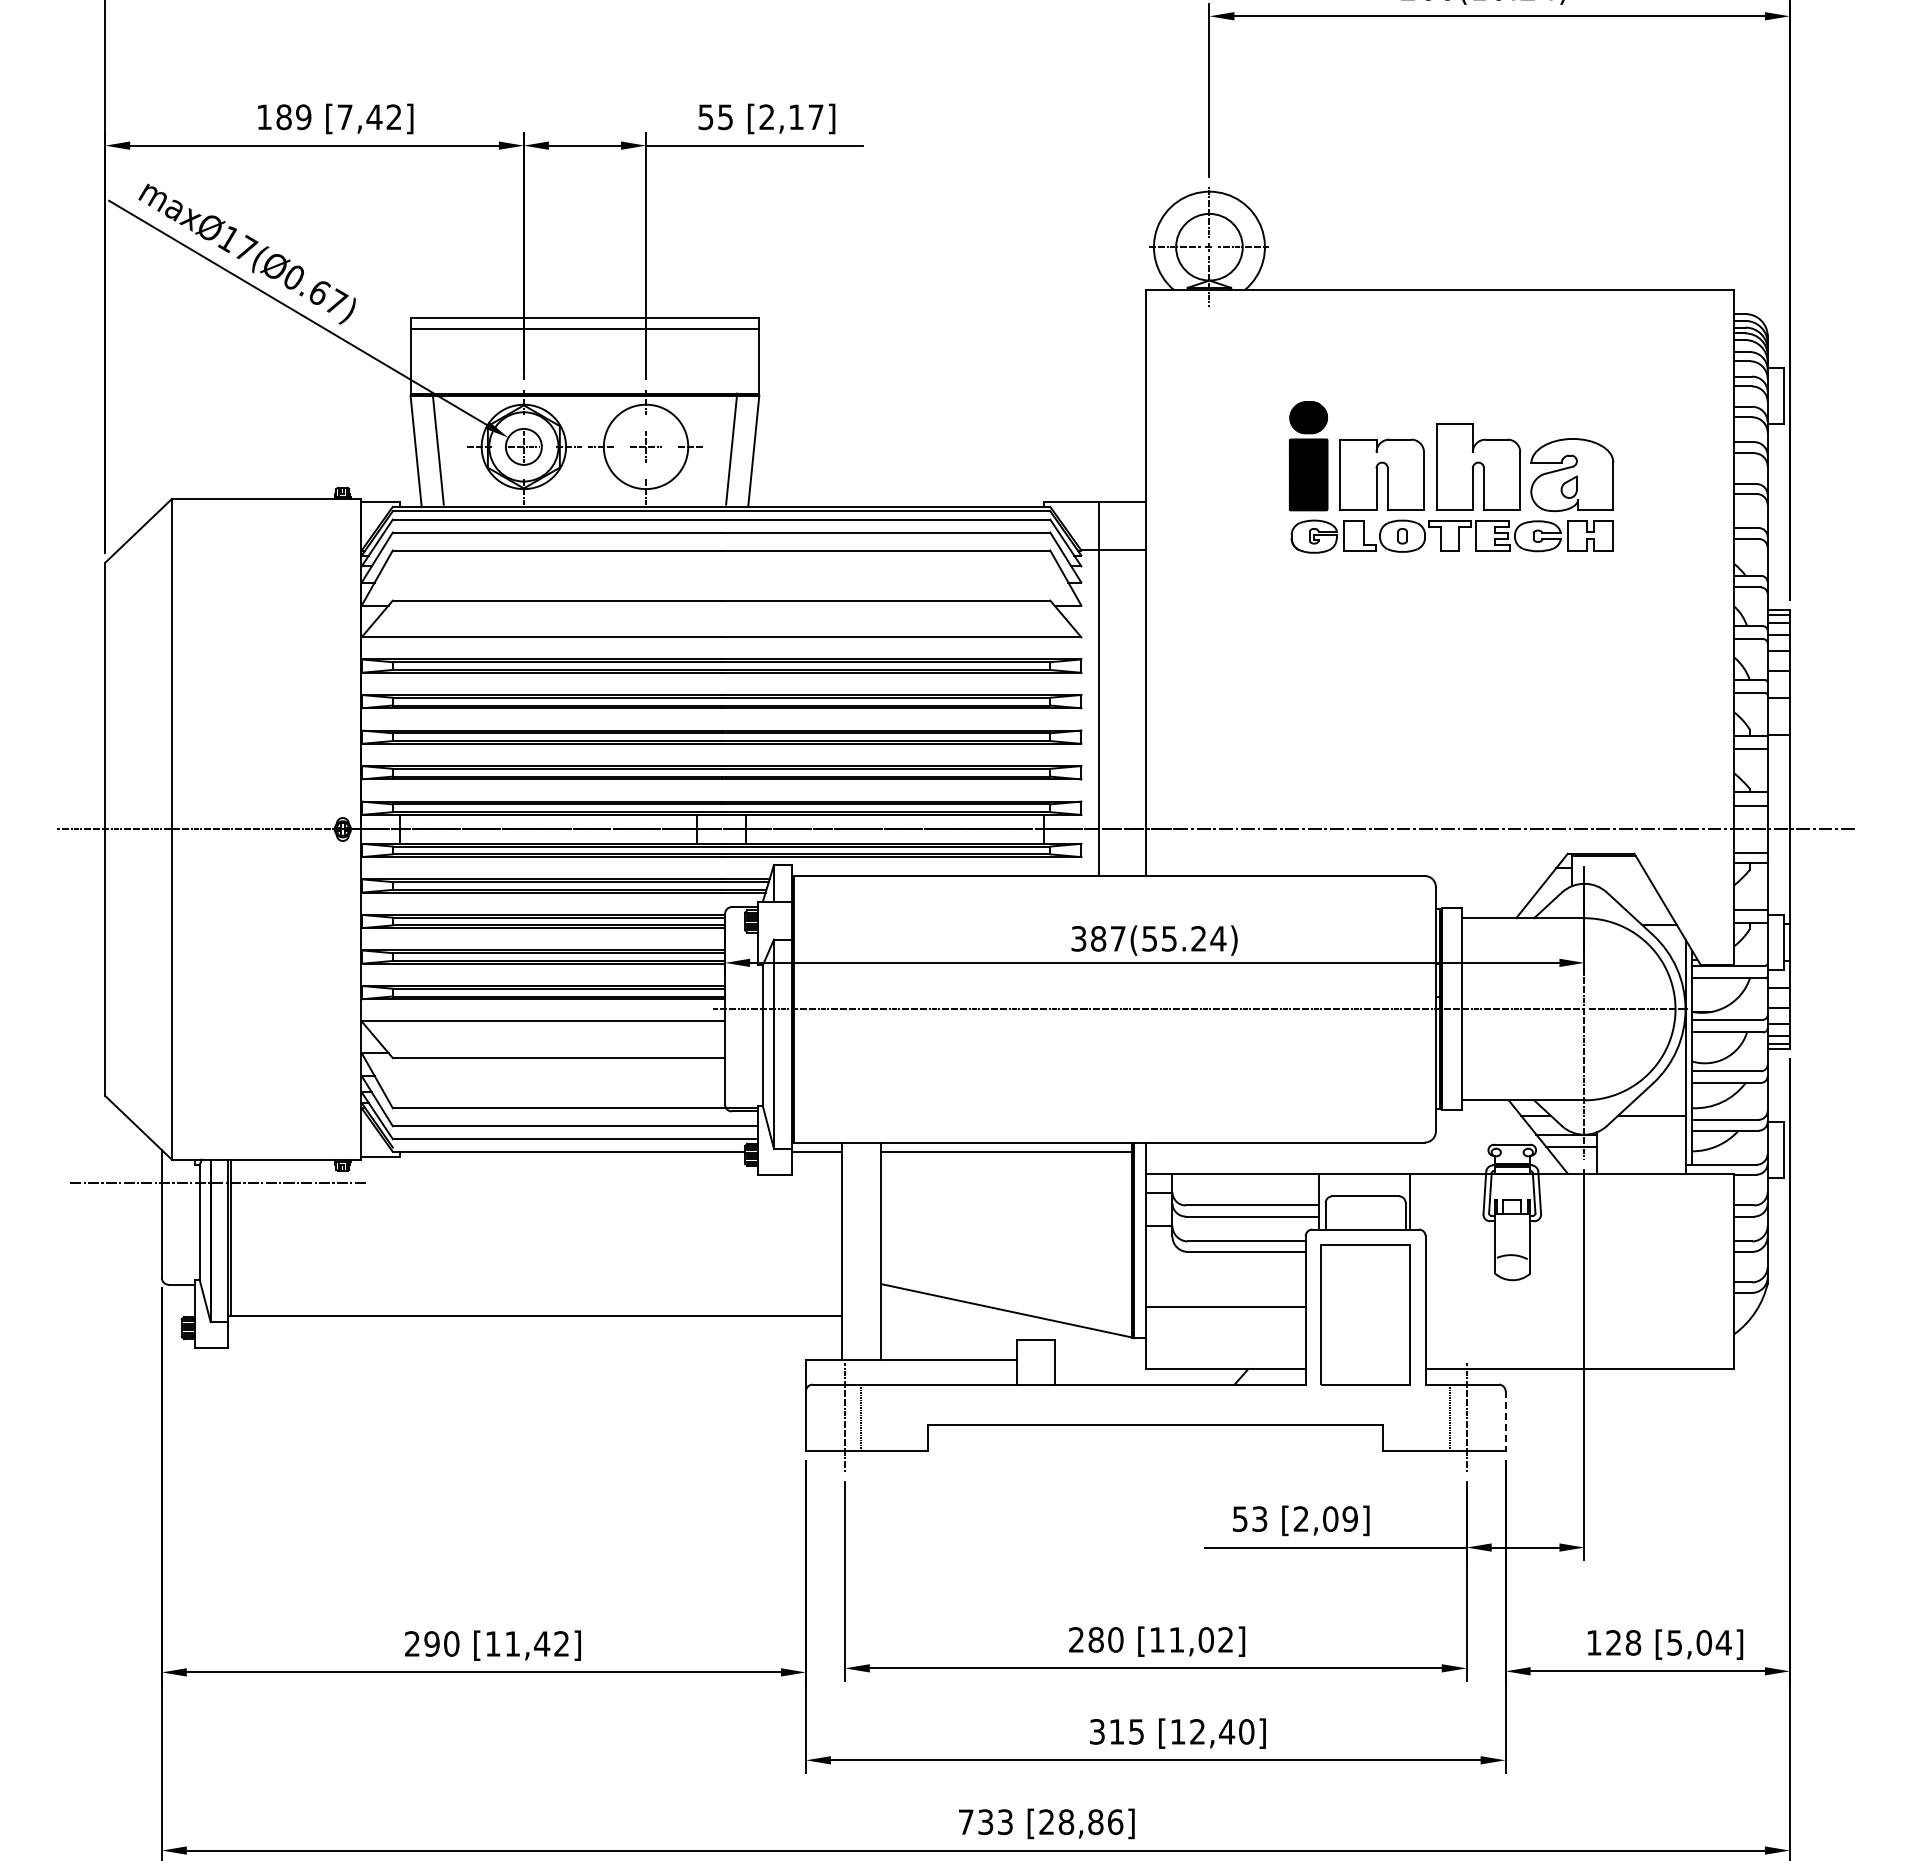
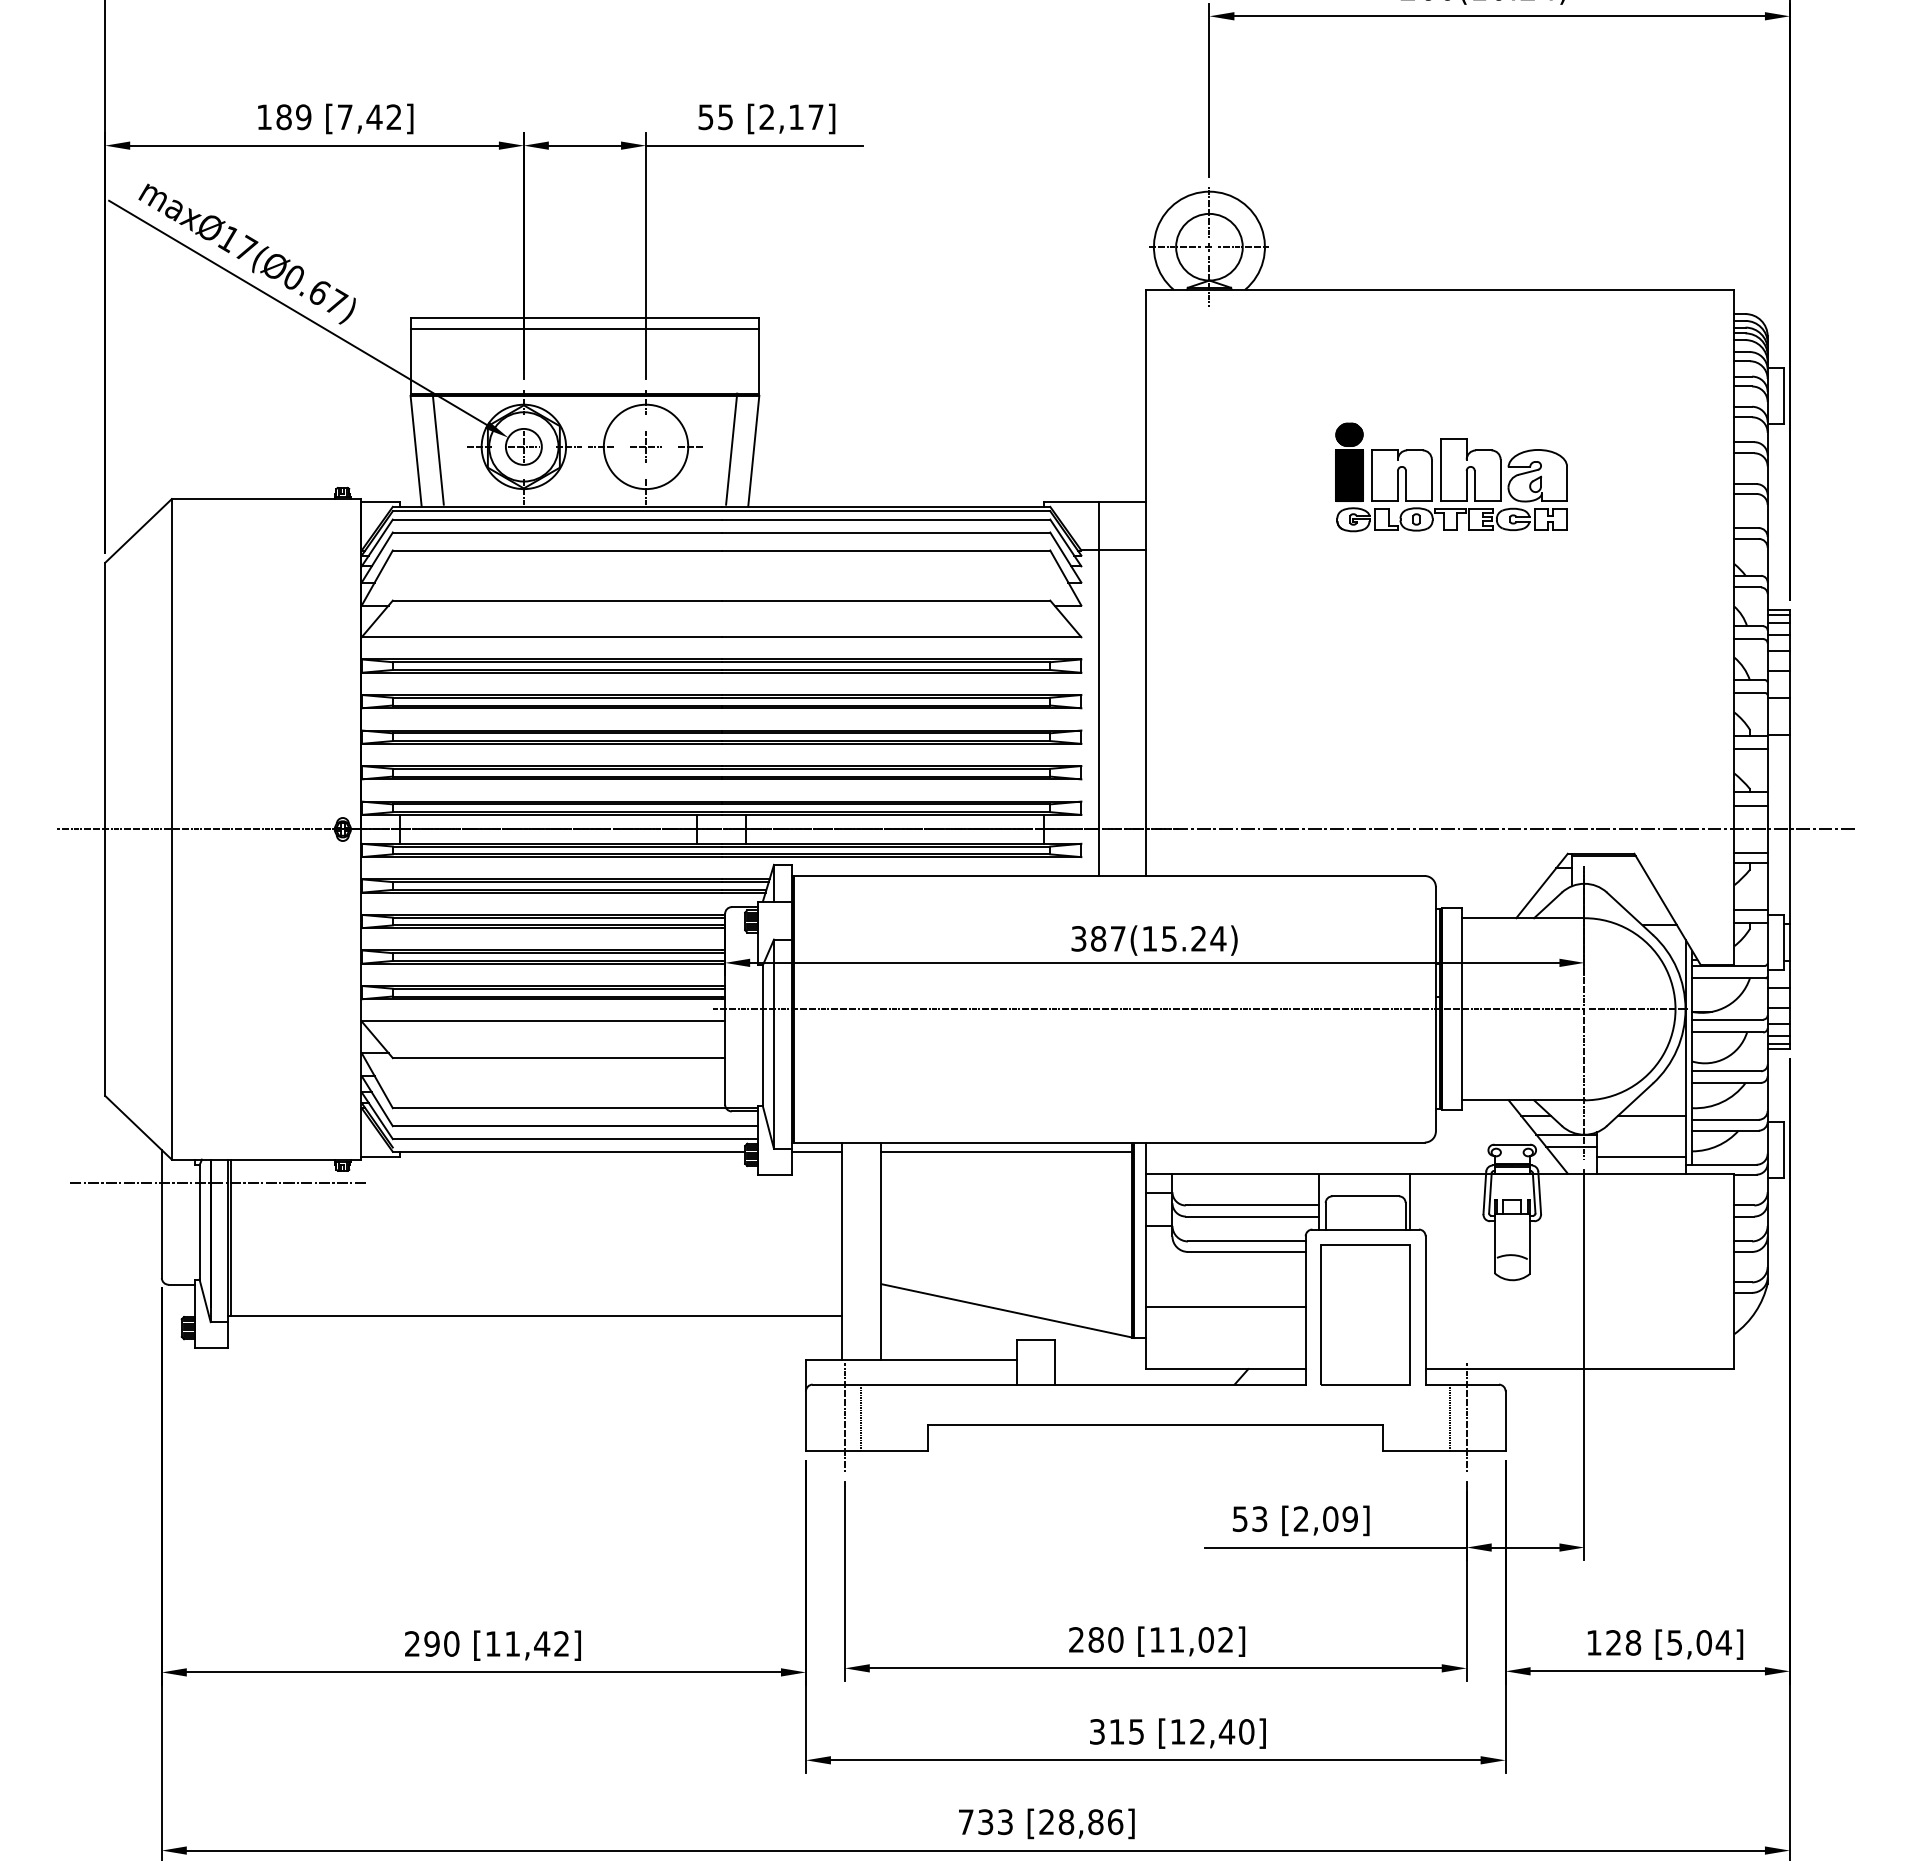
part at (1451, 477) size: 326x153 px -> 233x111 px
text at (1149, 938): 387(55.24) -> 387(15.24)
line at (1640, 1157): none -> present
line at (1505, 1421): dashed -> solid
